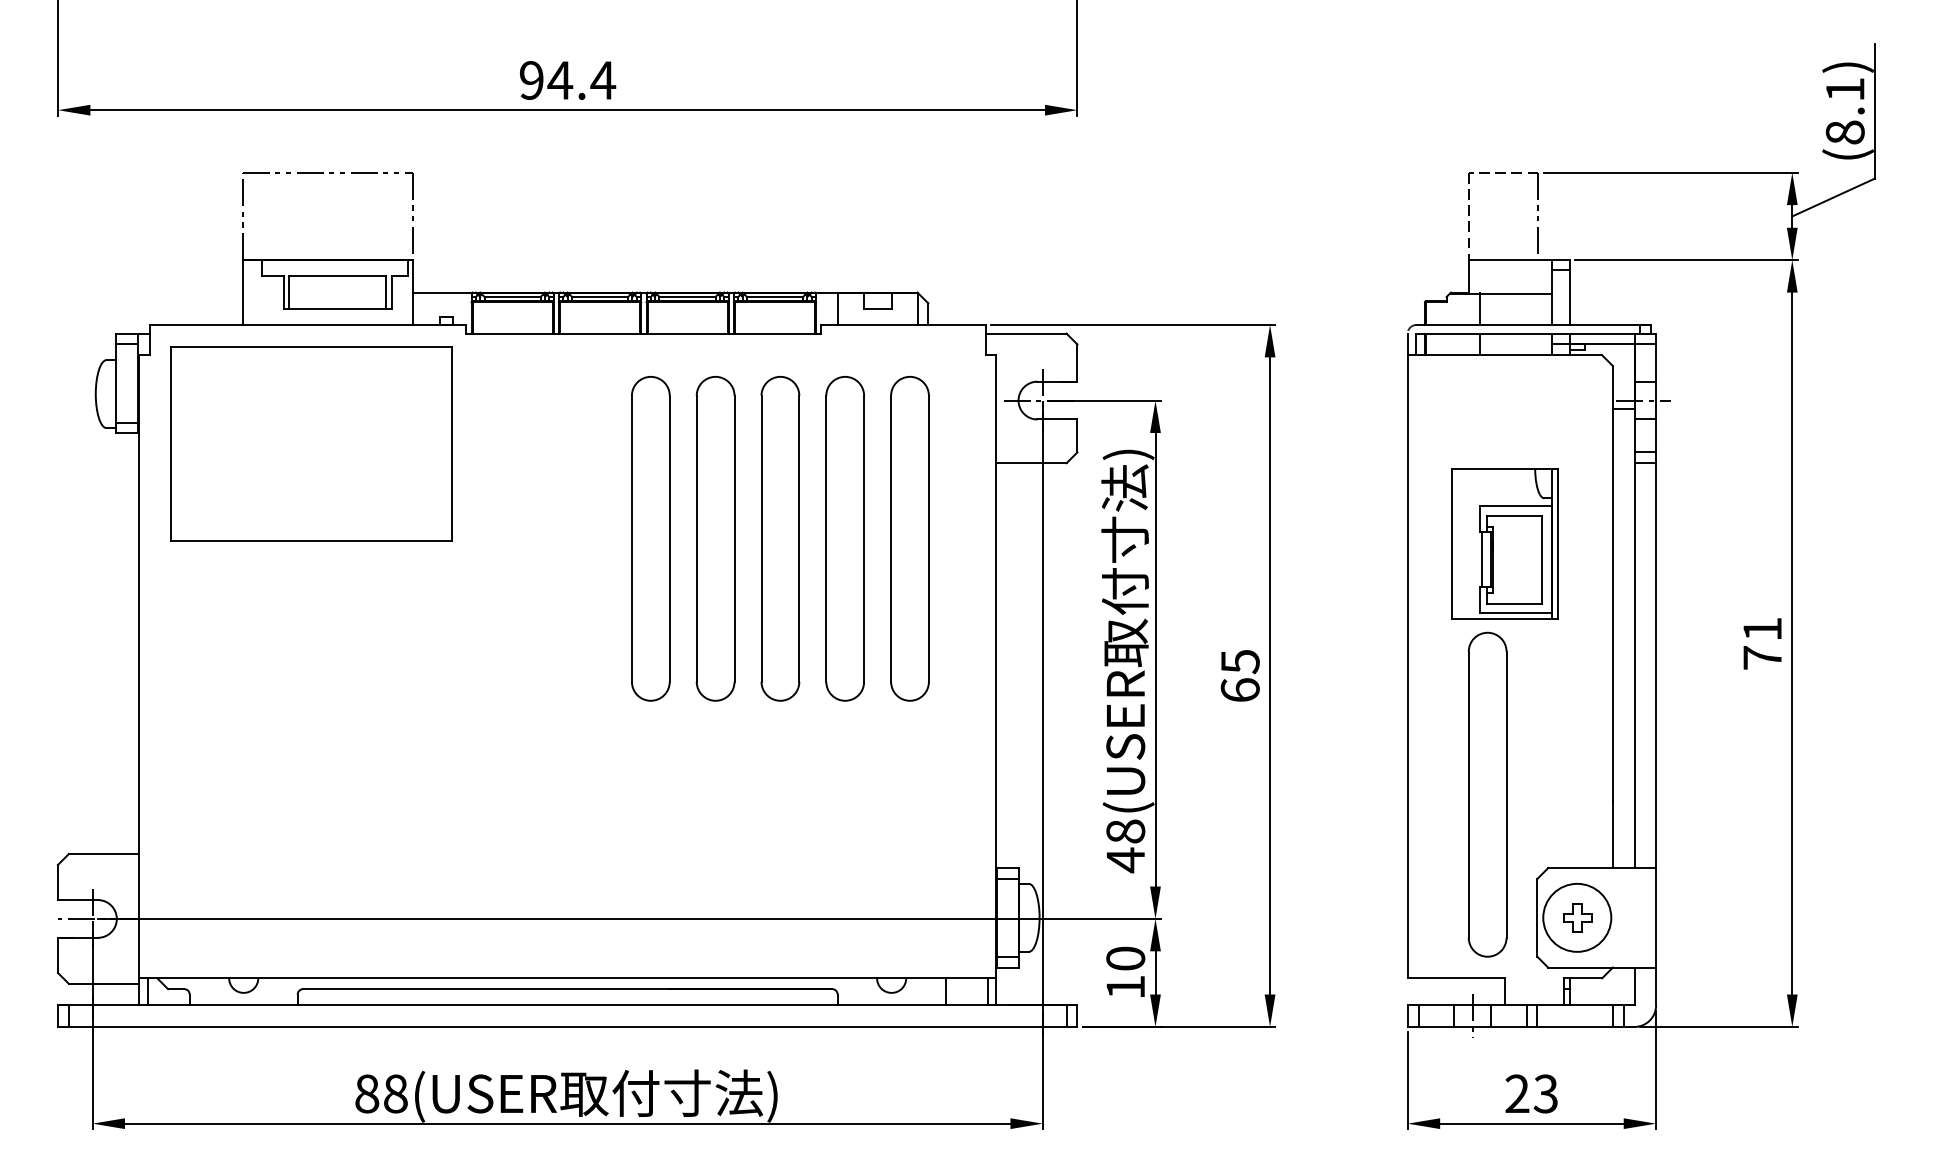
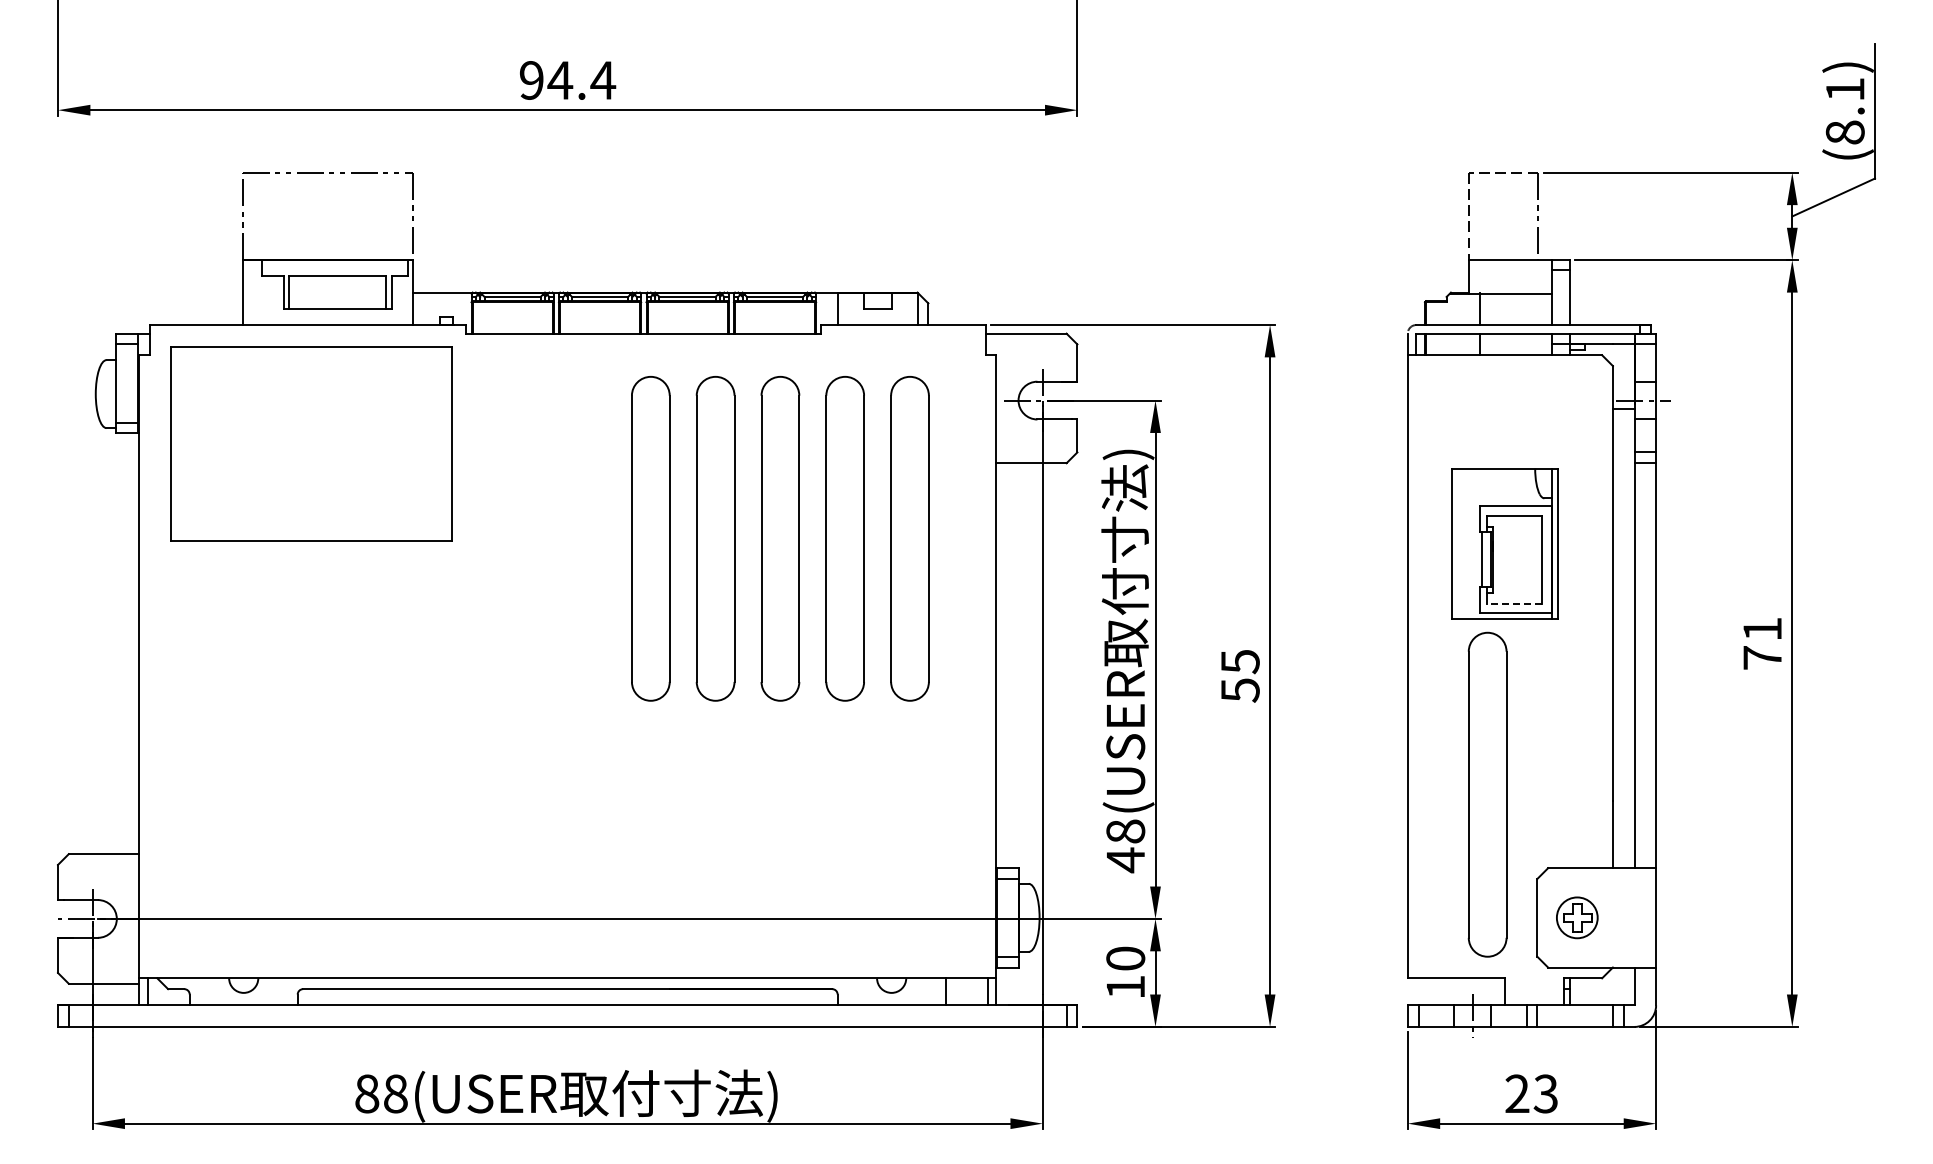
line at (1514, 604): solid -> dashed
text at (1239, 690): 65 -> 55
circle at (1577, 917) diameter: 68 px -> 41 px
